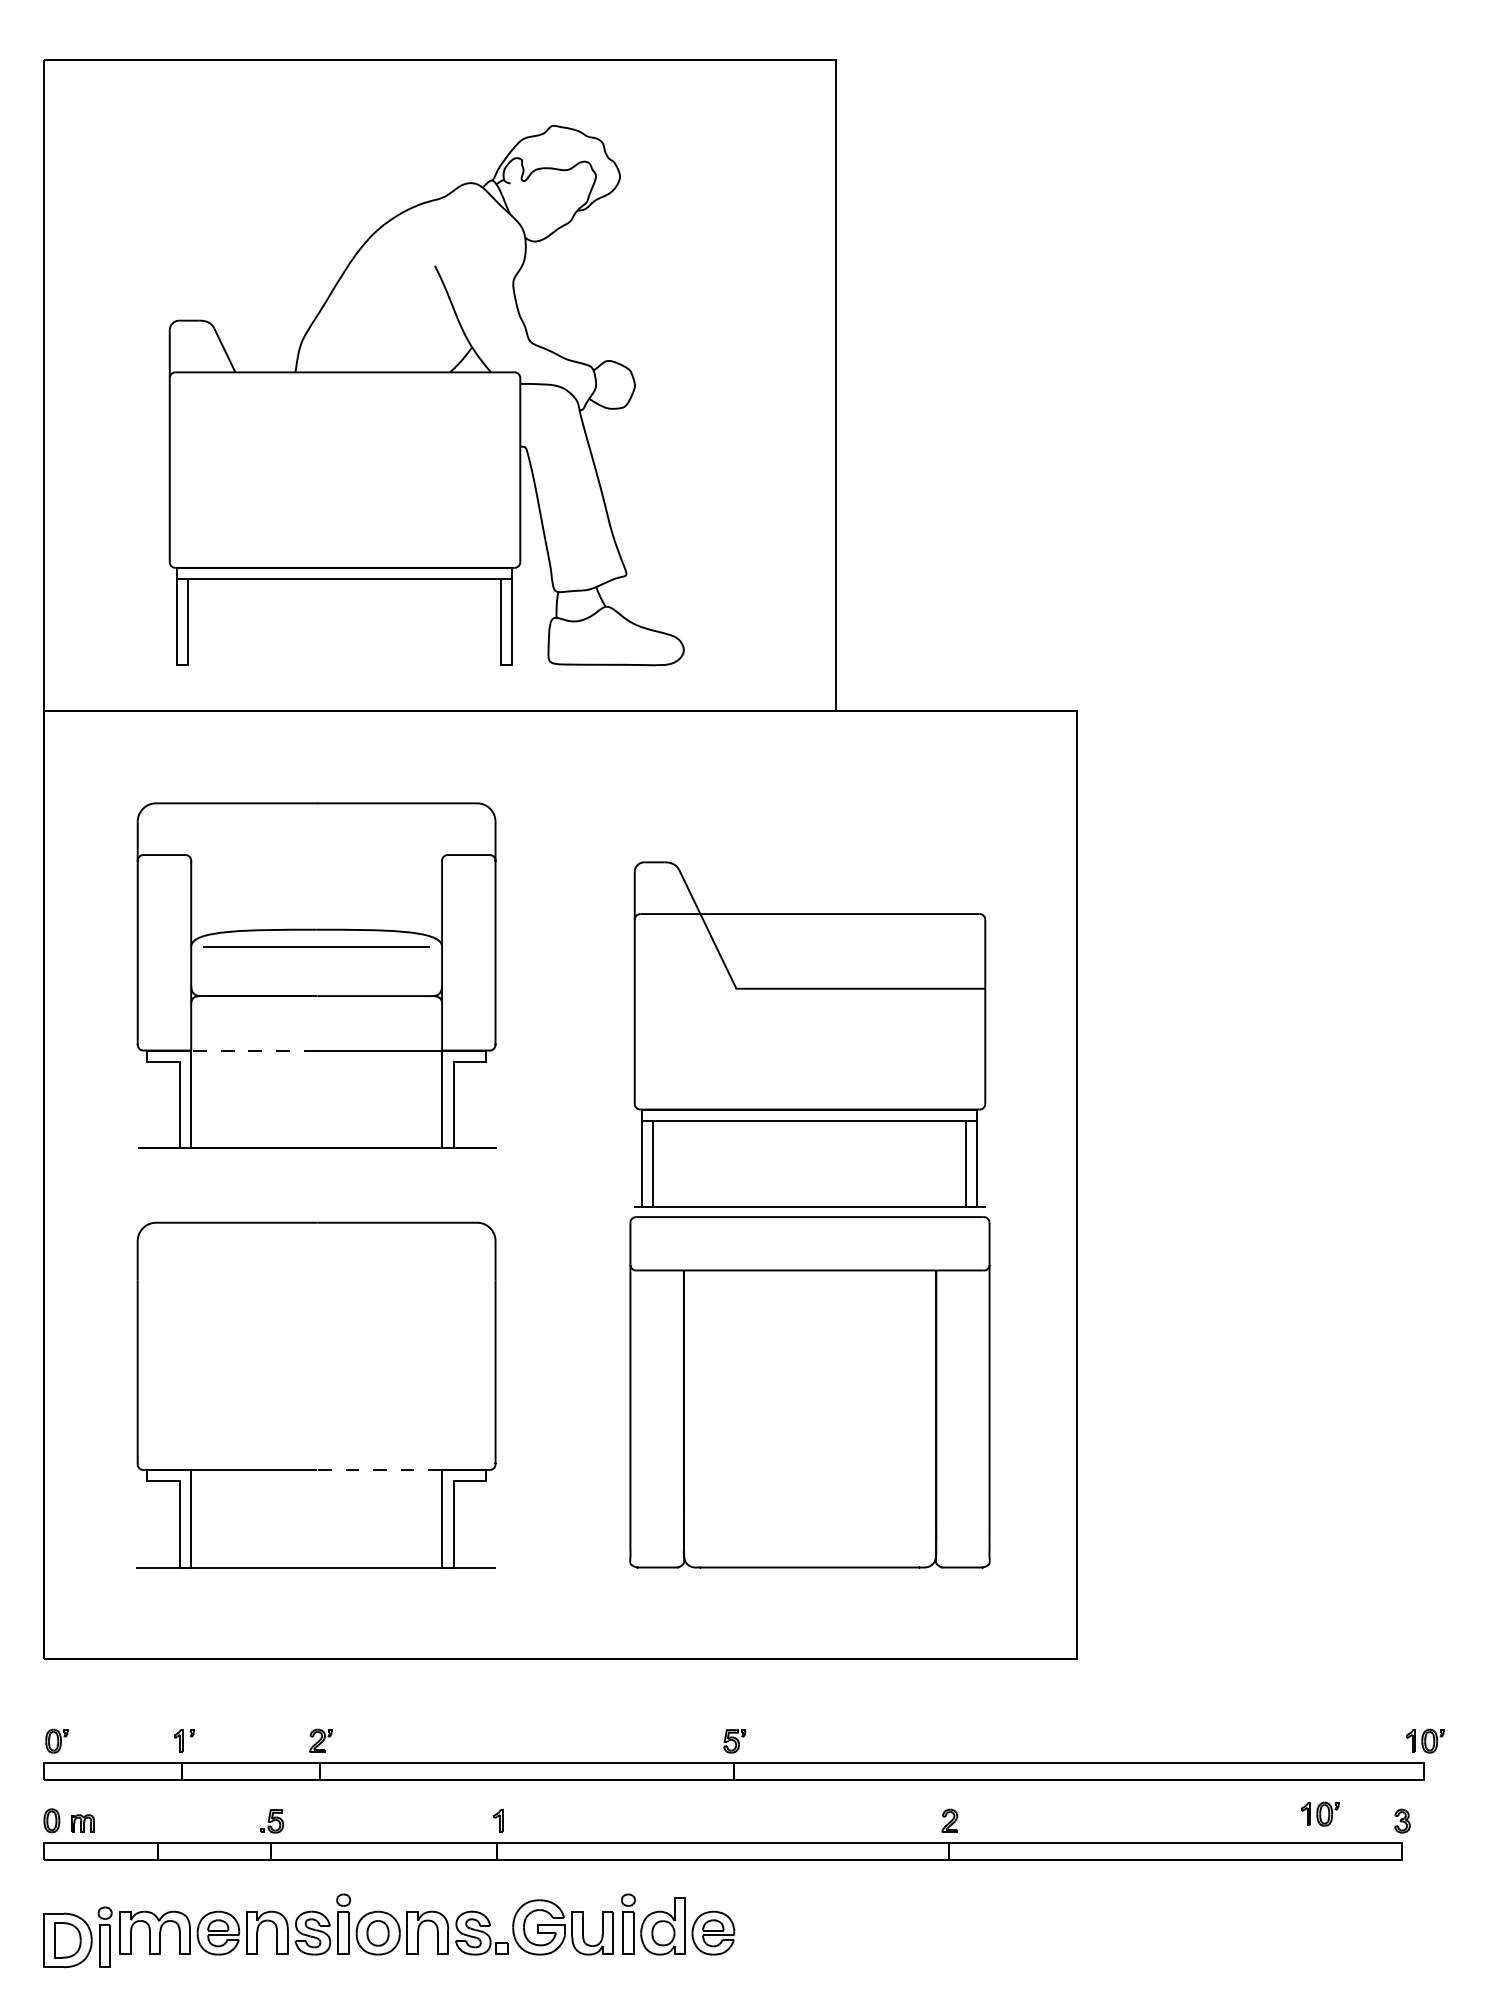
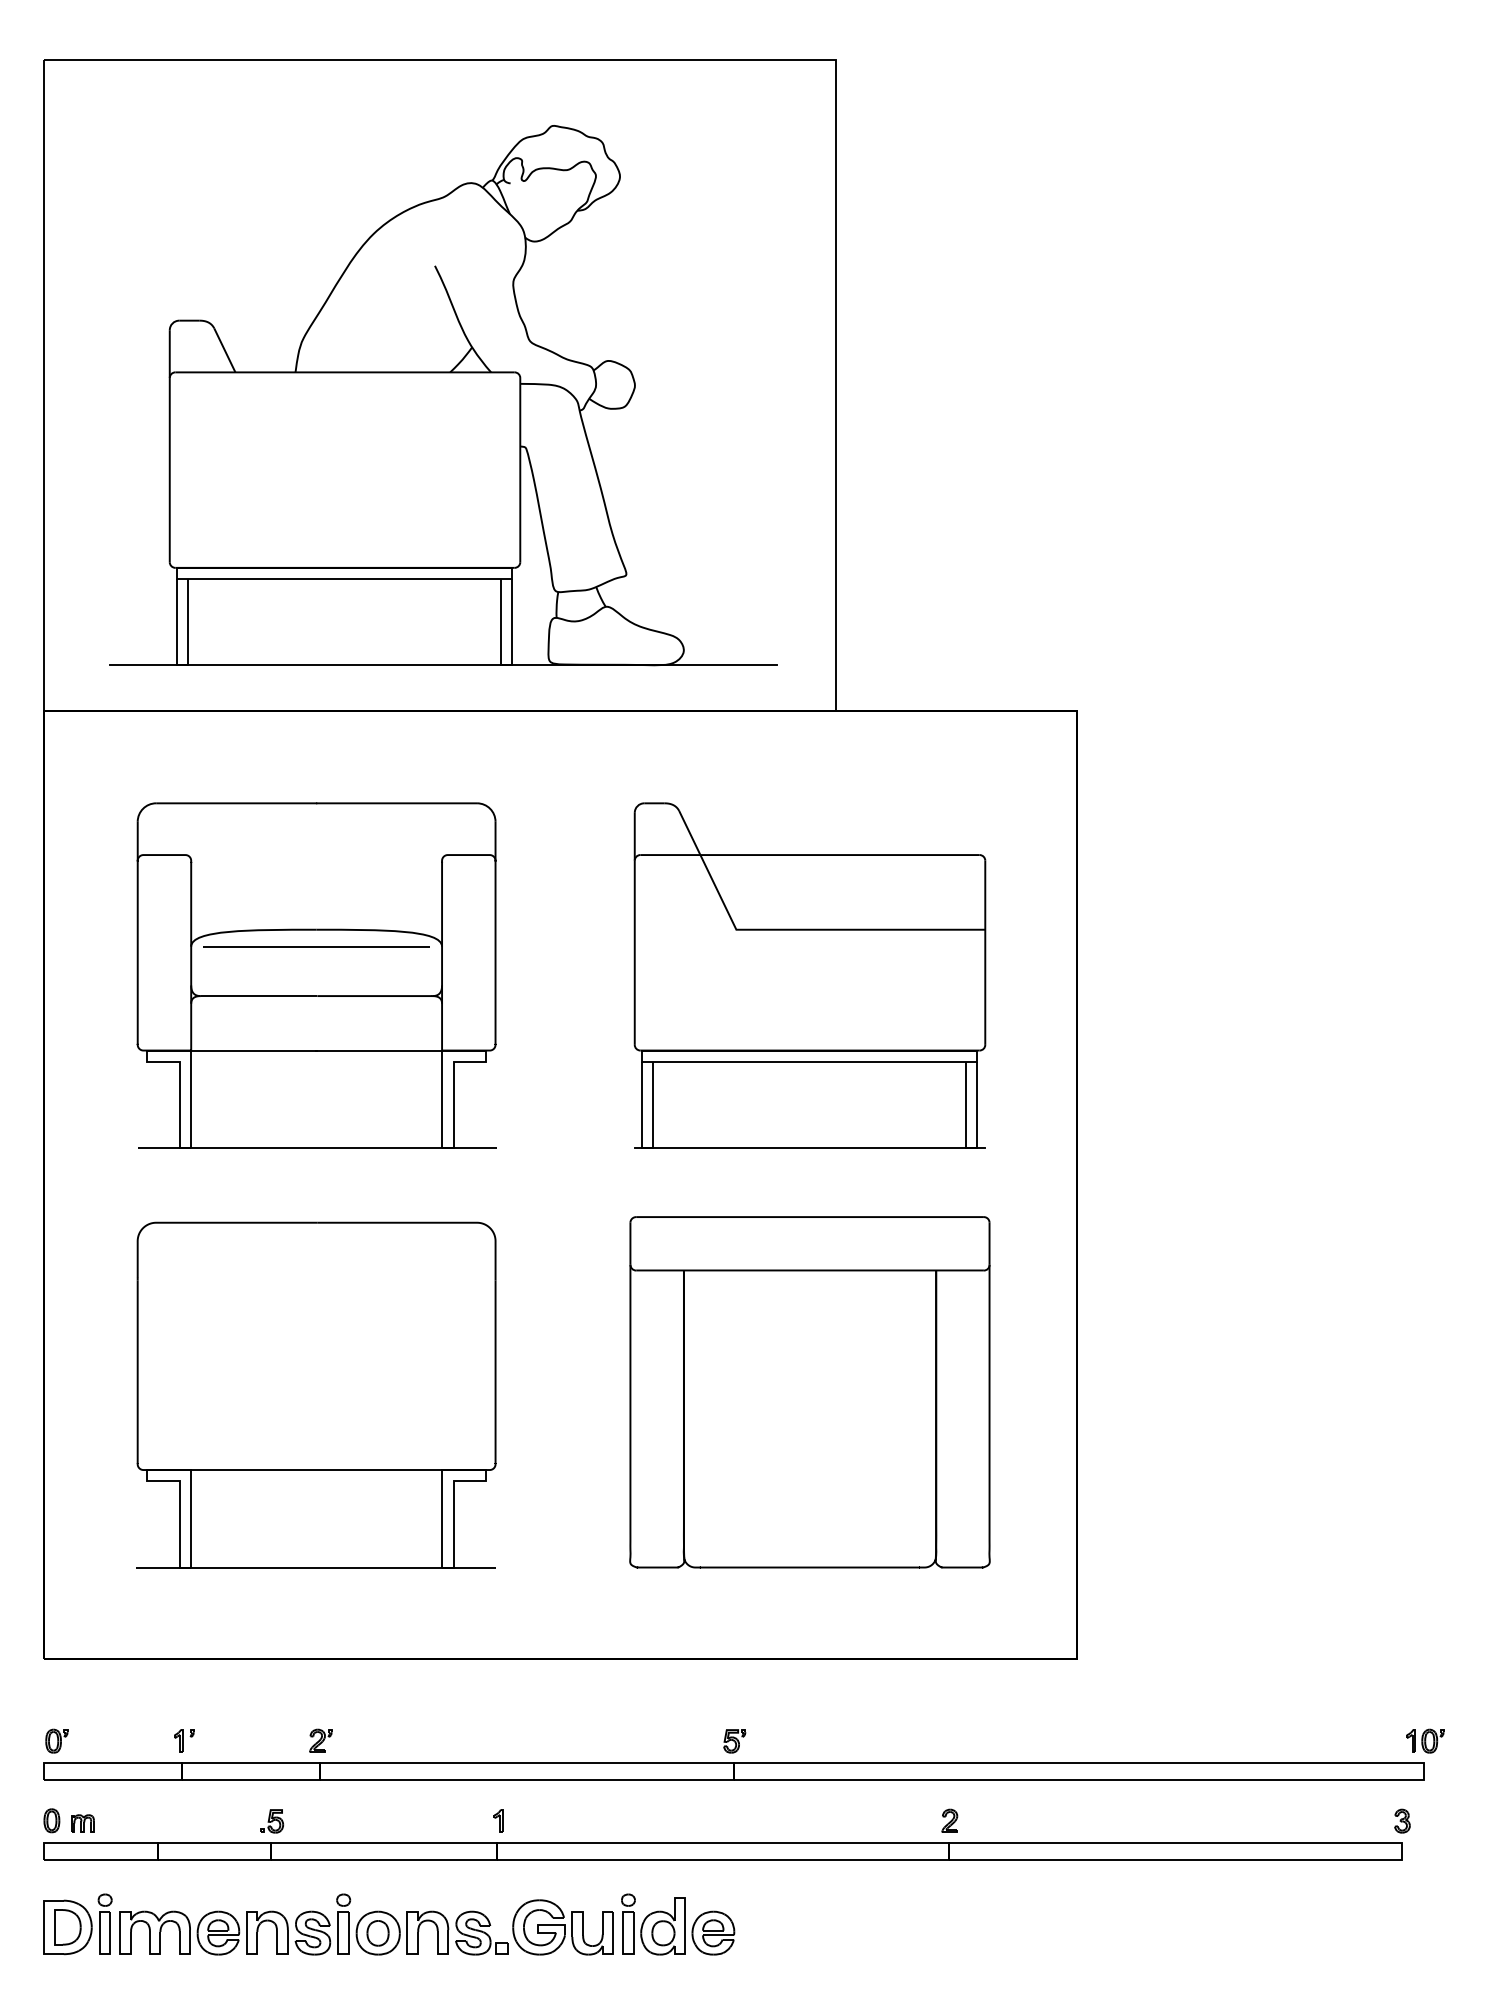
line at (443, 665): none -> present
part at (809, 1034) position: (809, 1034) -> (809, 975)
line at (253, 1050): dashed -> solid
line at (379, 1470): dashed -> solid
part at (1320, 1813): present -> none
part at (77, 1937) position: (77, 1937) -> (77, 1924)
